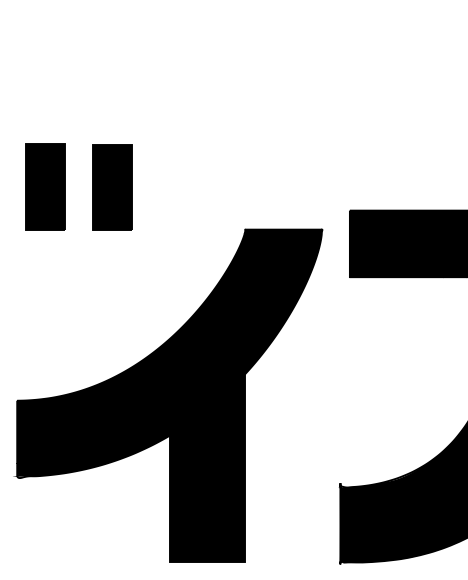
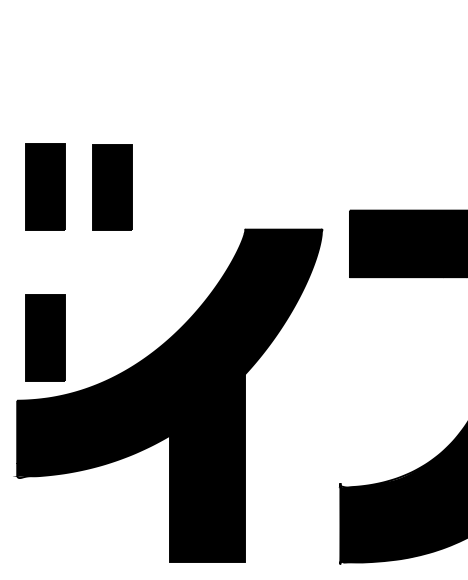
part at (45, 337): none -> present
